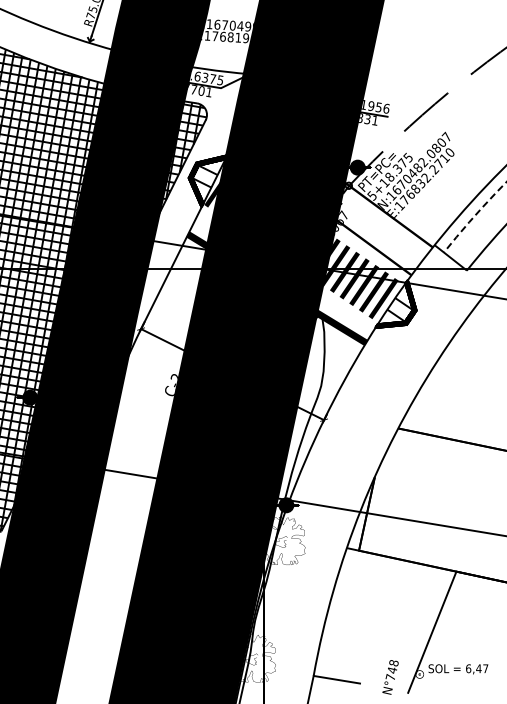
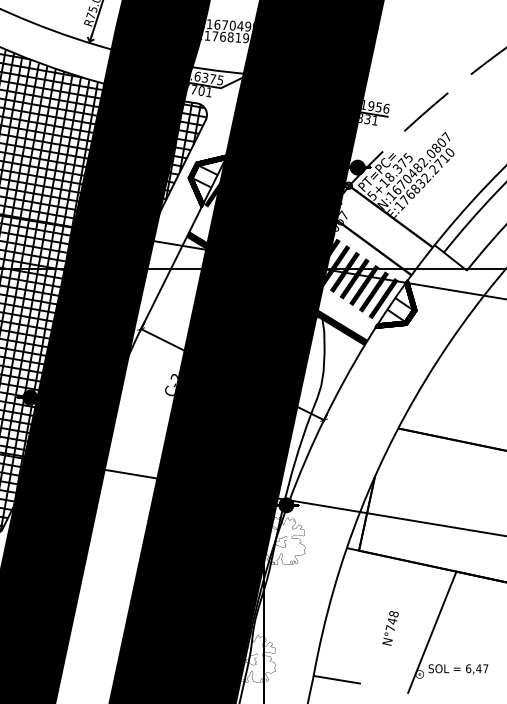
arc at (474, 216): dashed -> solid
text at (390, 677) position: (390, 677) -> (390, 628)
